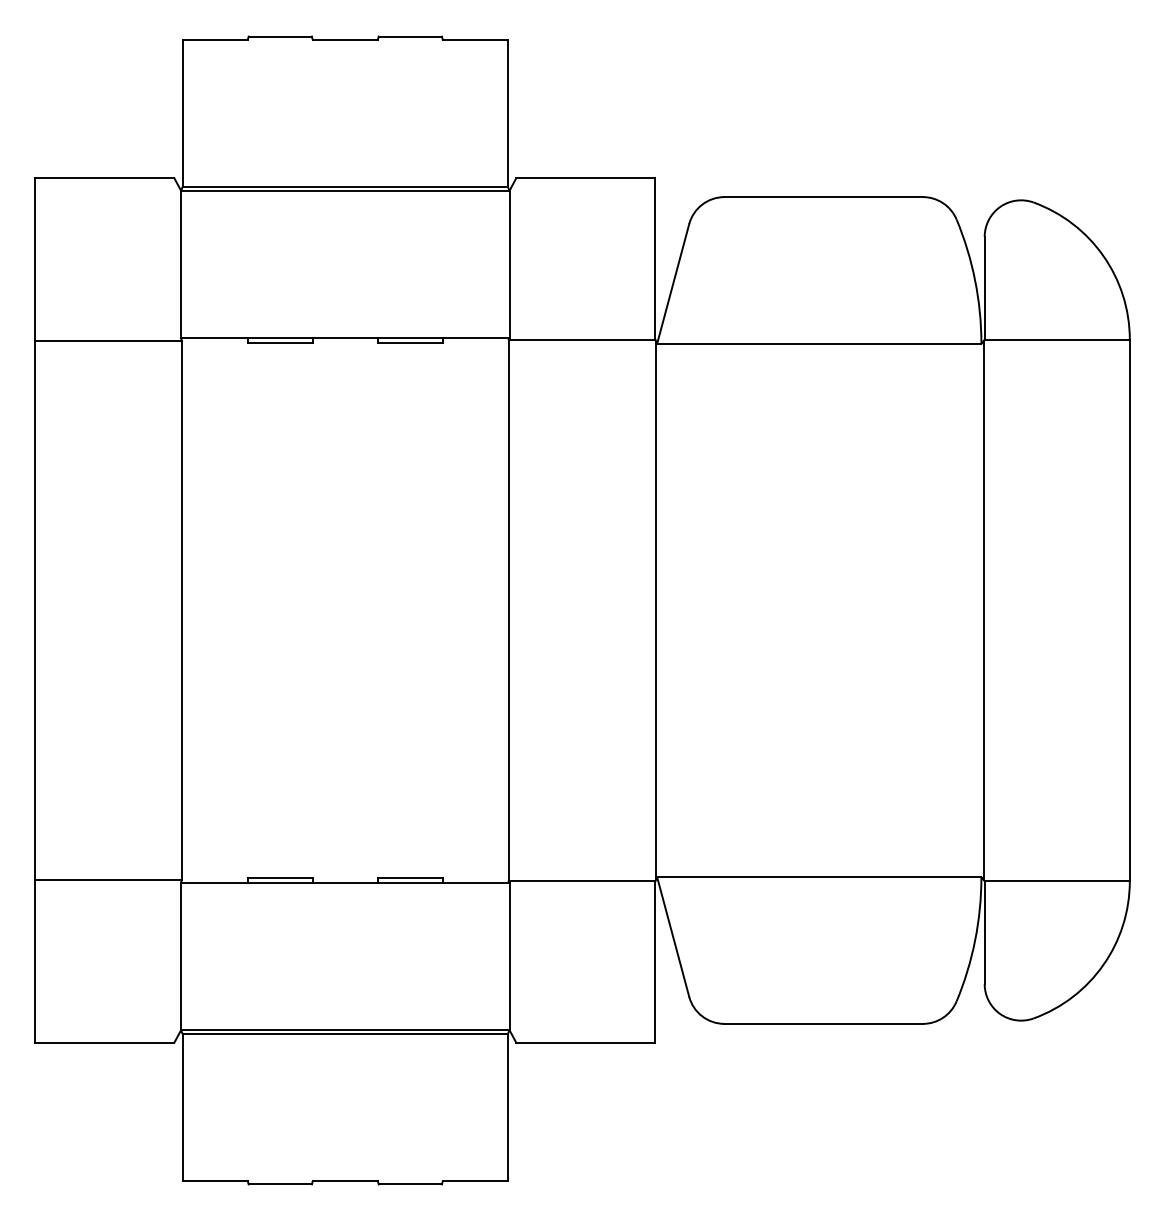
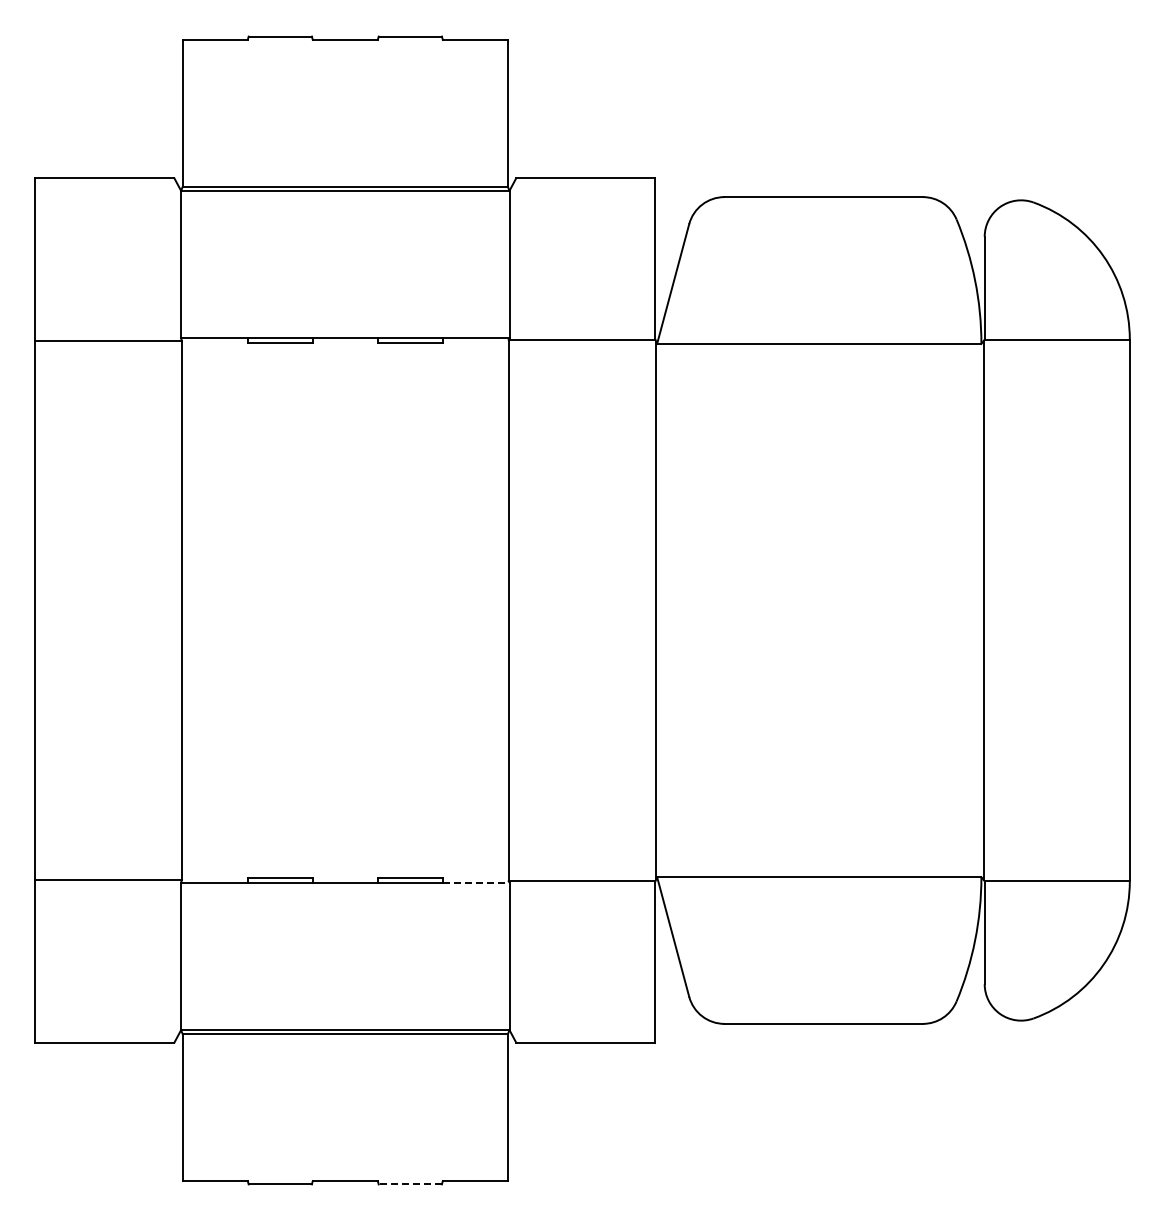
line at (476, 882): solid -> dashed
line at (410, 1184): solid -> dashed
